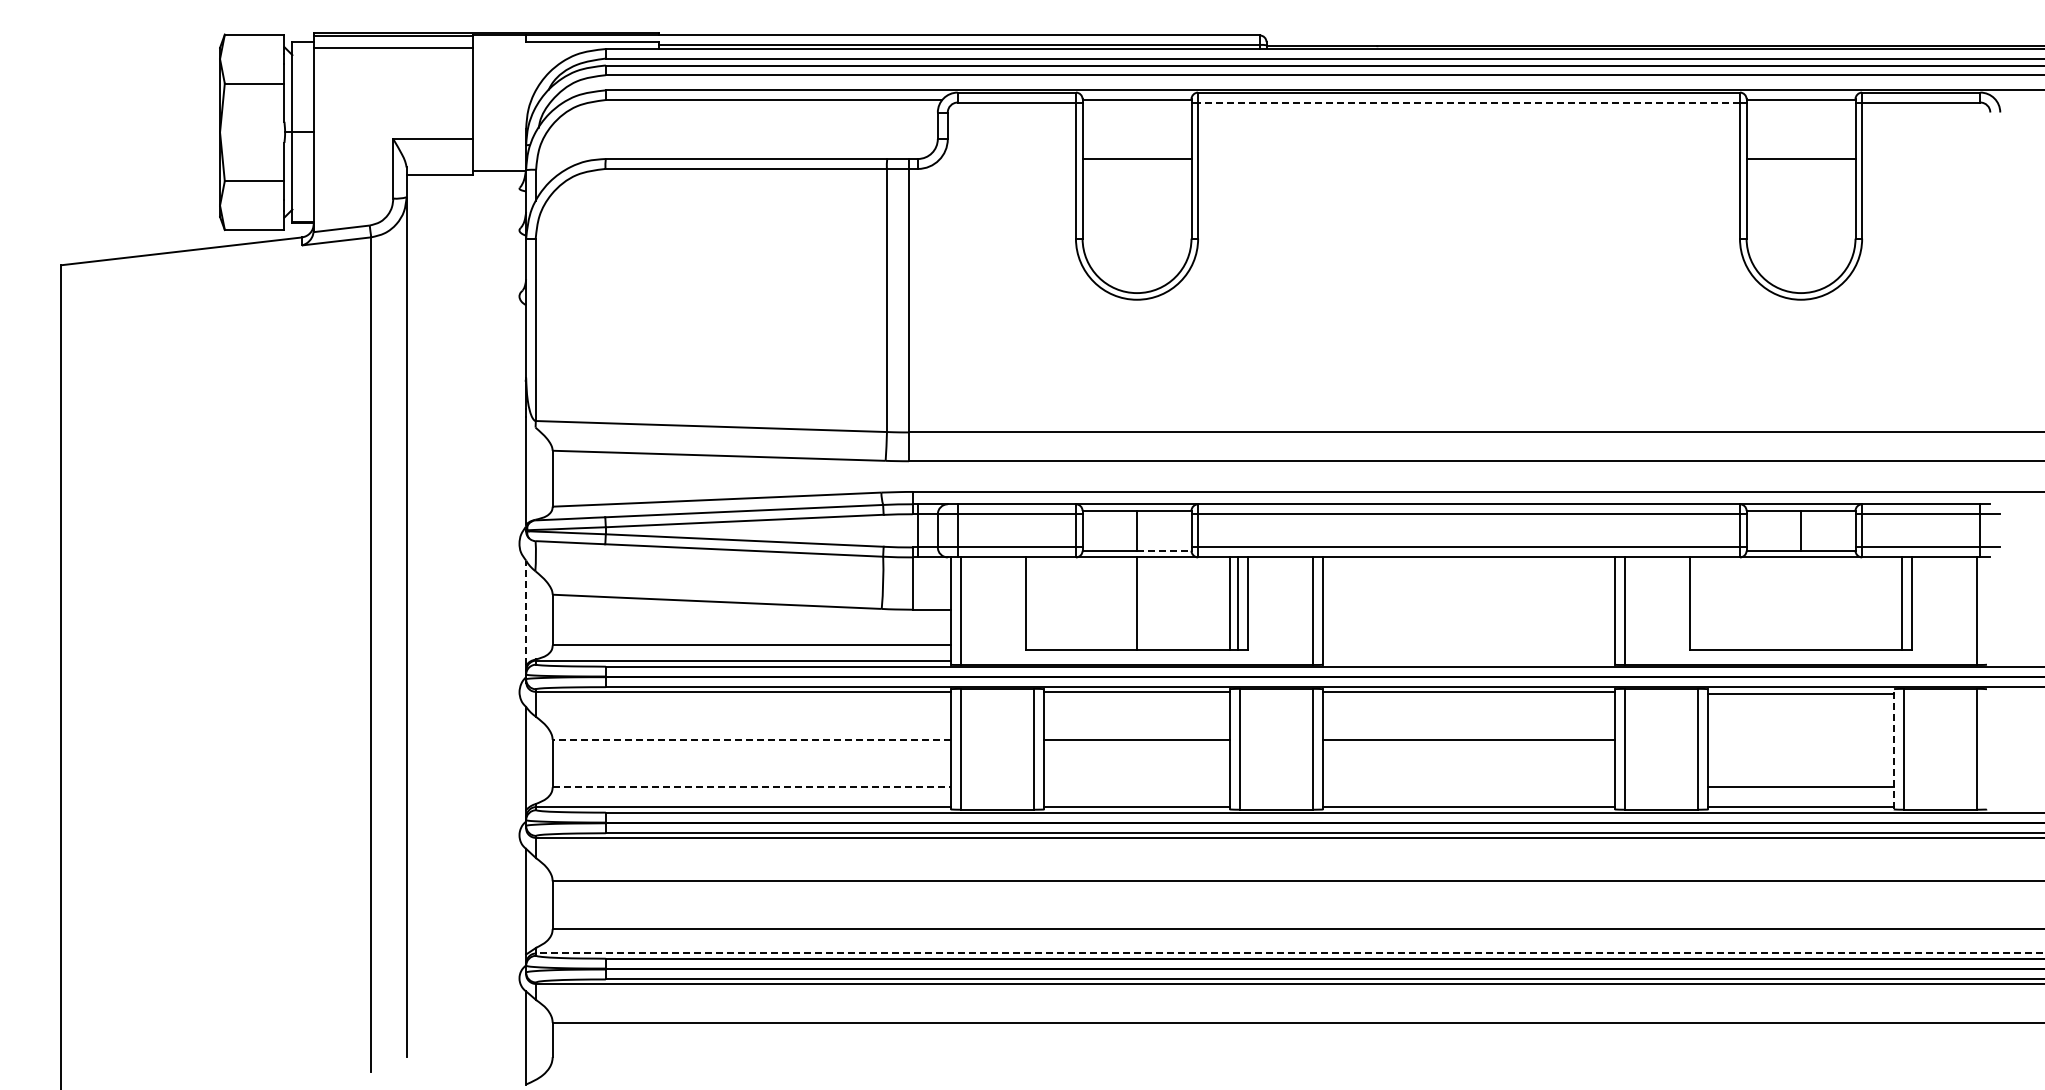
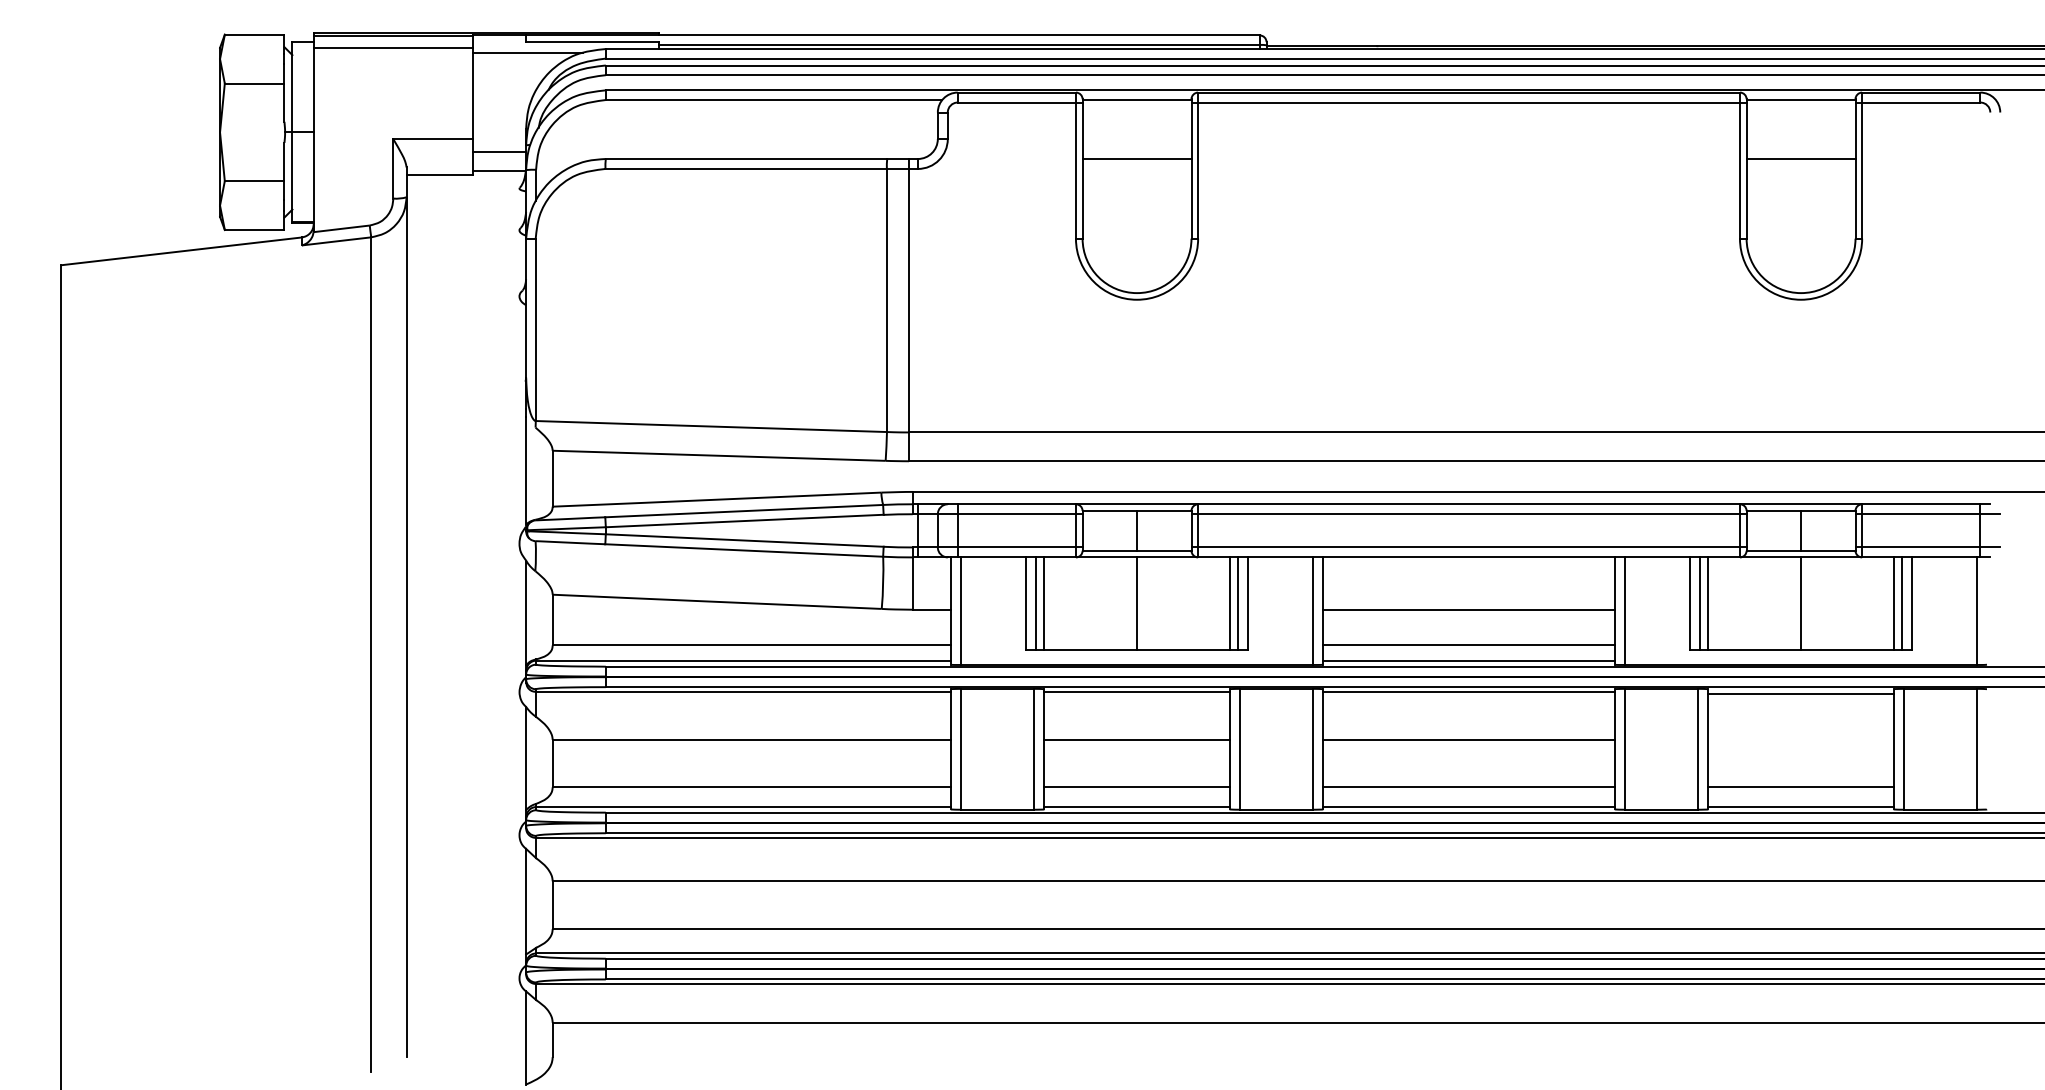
line at (528, 53): none -> present
line at (1469, 102): dashed -> solid
line at (499, 152): none -> present
line at (1164, 550): dashed -> solid
line at (1035, 603): none -> present
line at (1044, 603): none -> present
line at (1699, 603): none -> present
line at (1708, 603): none -> present
line at (1801, 603): none -> present
line at (1894, 603): none -> present
line at (1468, 609): none -> present
line at (526, 612): dashed -> solid
line at (1468, 645): none -> present
line at (1468, 660): none -> present
line at (751, 739): dashed -> solid
line at (1894, 748): dashed -> solid
line at (752, 787): dashed -> solid
line at (1137, 787): none -> present
line at (1468, 787): none -> present
line at (1289, 953): dashed -> solid
